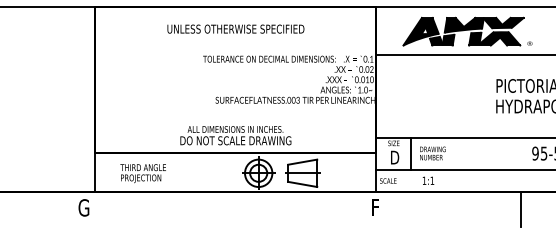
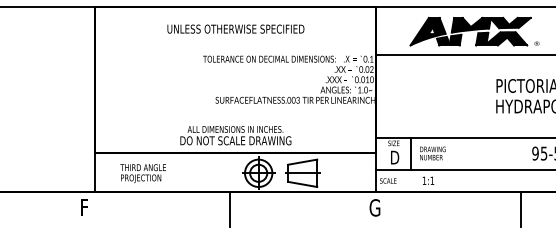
part at (467, 31) position: (467, 31) -> (474, 31)
text at (83, 207): G -> F
text at (374, 207): F -> G
line at (229, 209): none -> present
